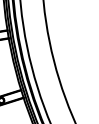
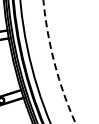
arc at (54, 62): solid -> dashed
